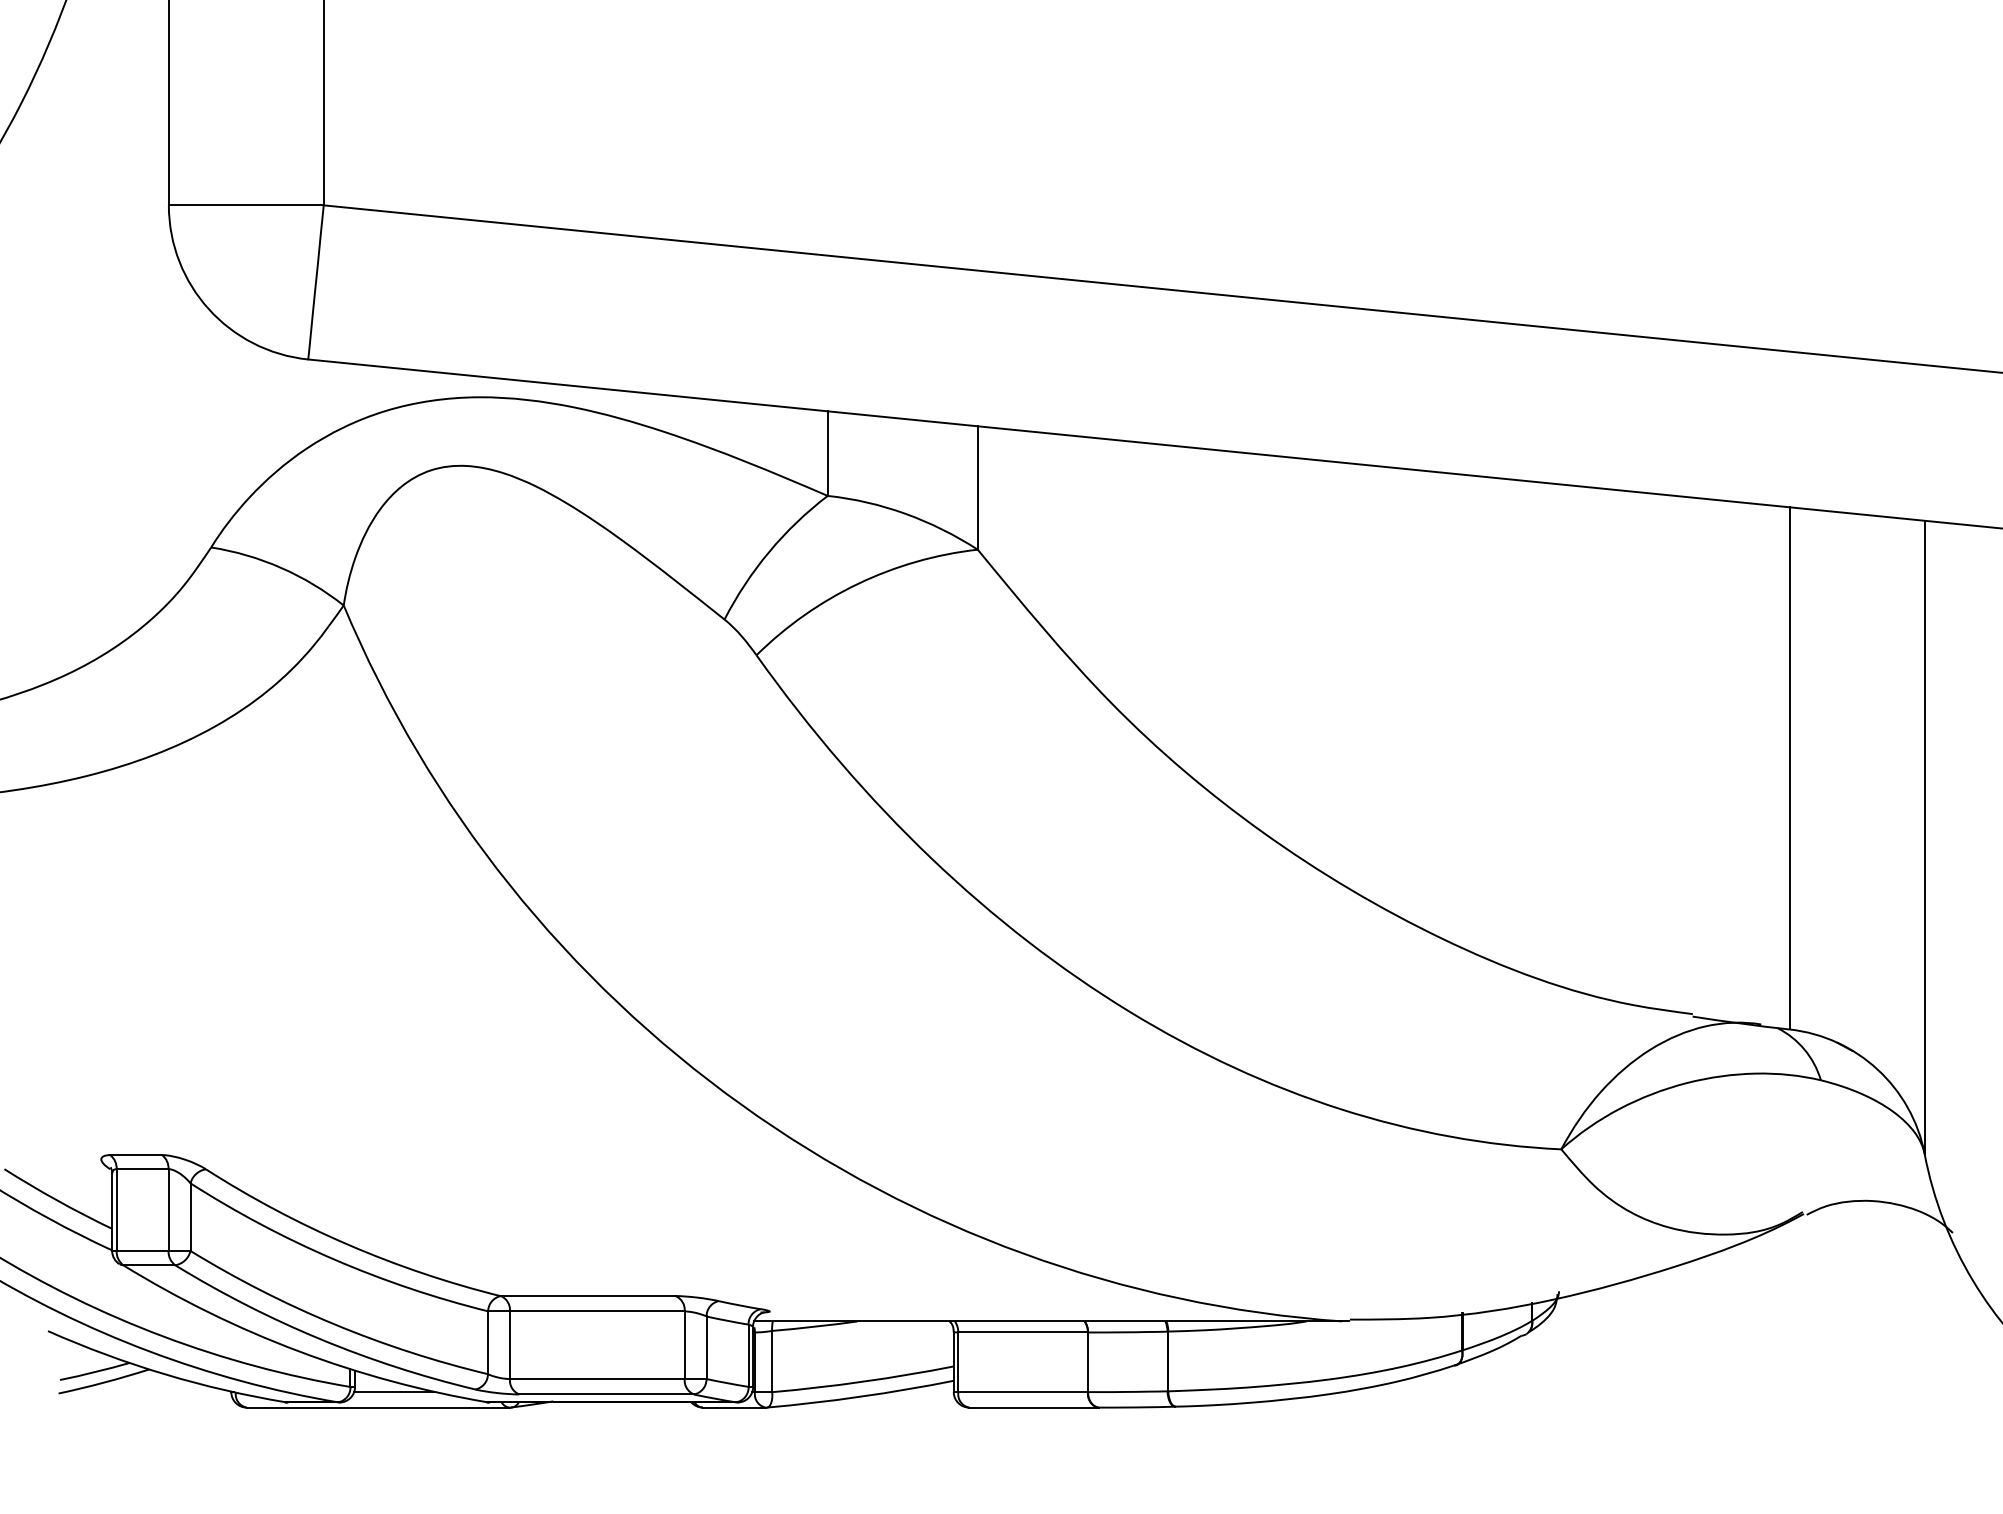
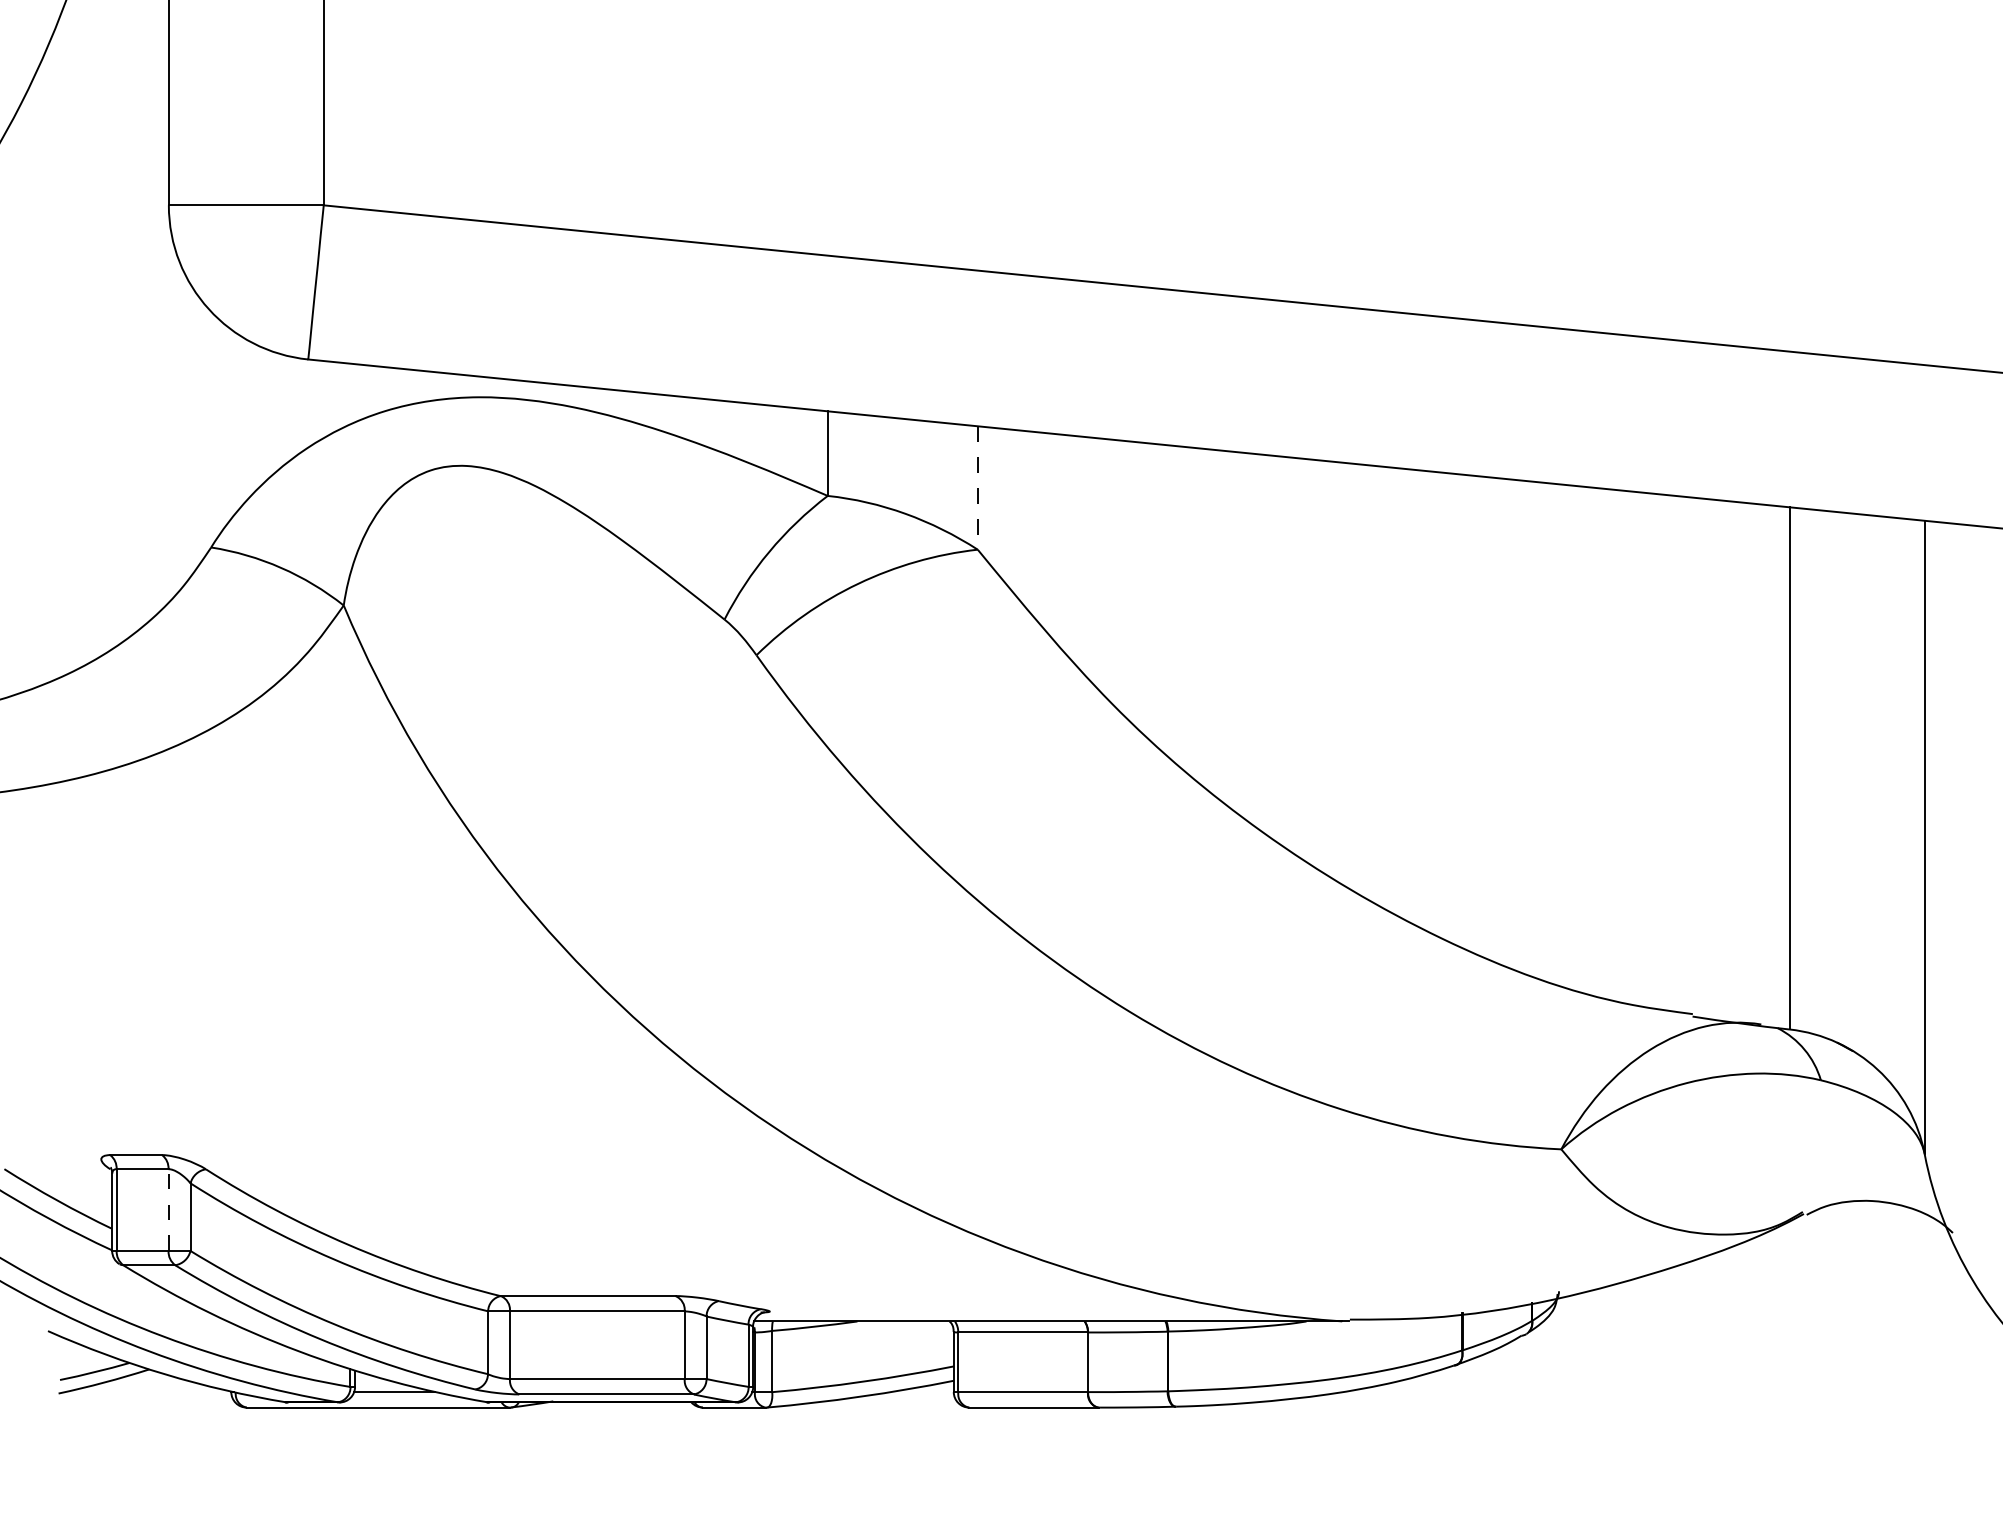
line at (977, 487): solid -> dashed
line at (168, 1210): solid -> dashed
